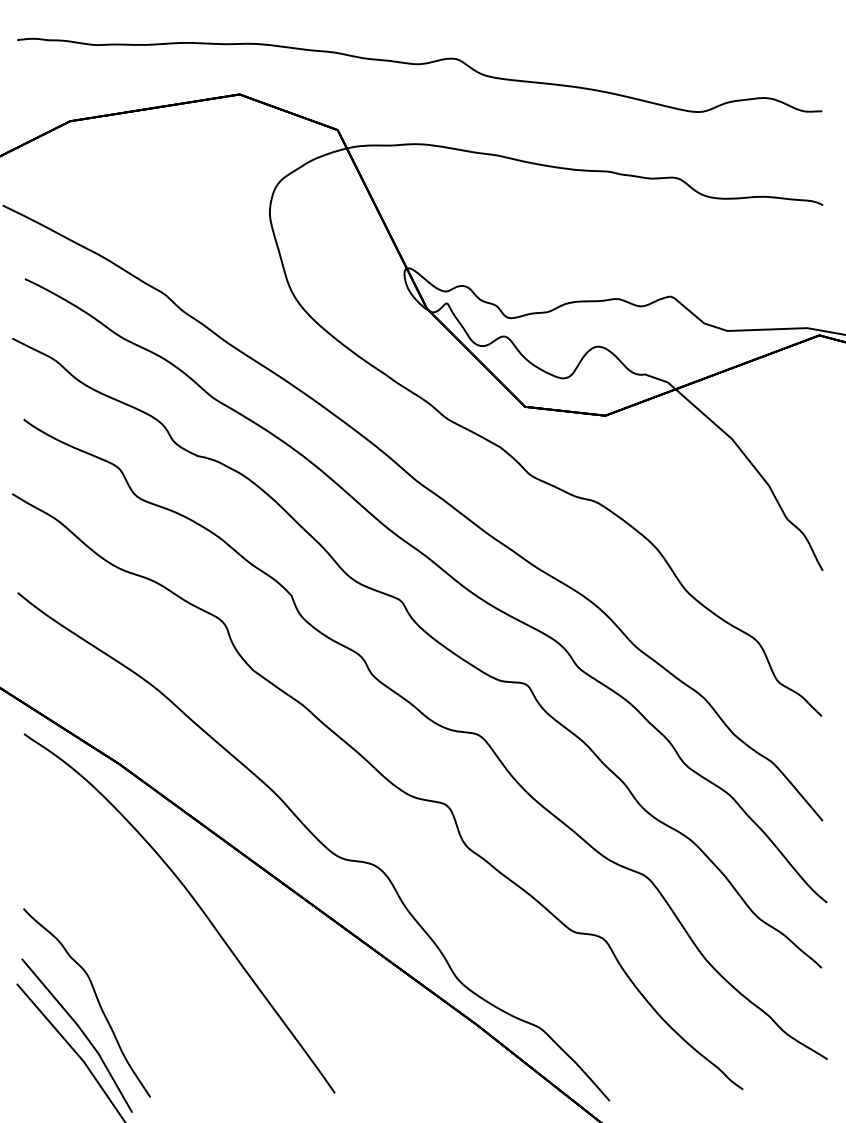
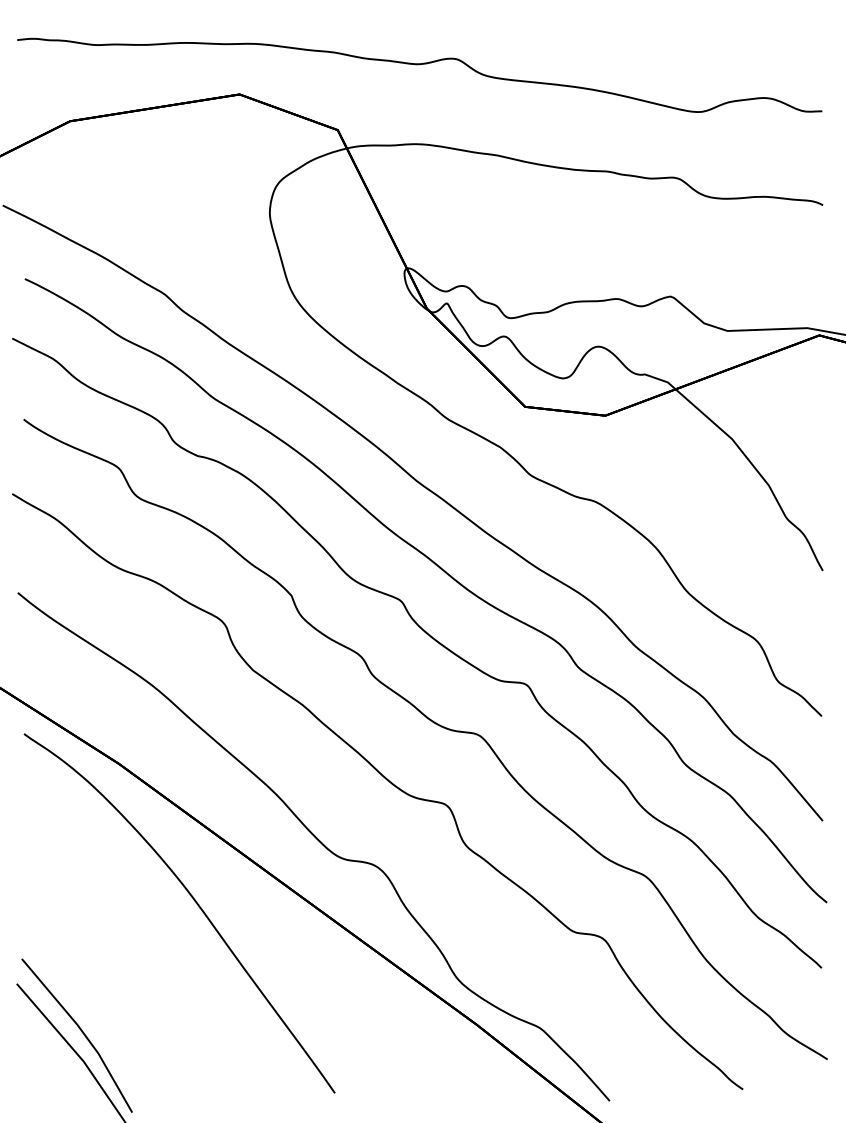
curve at (96, 999): present -> none
